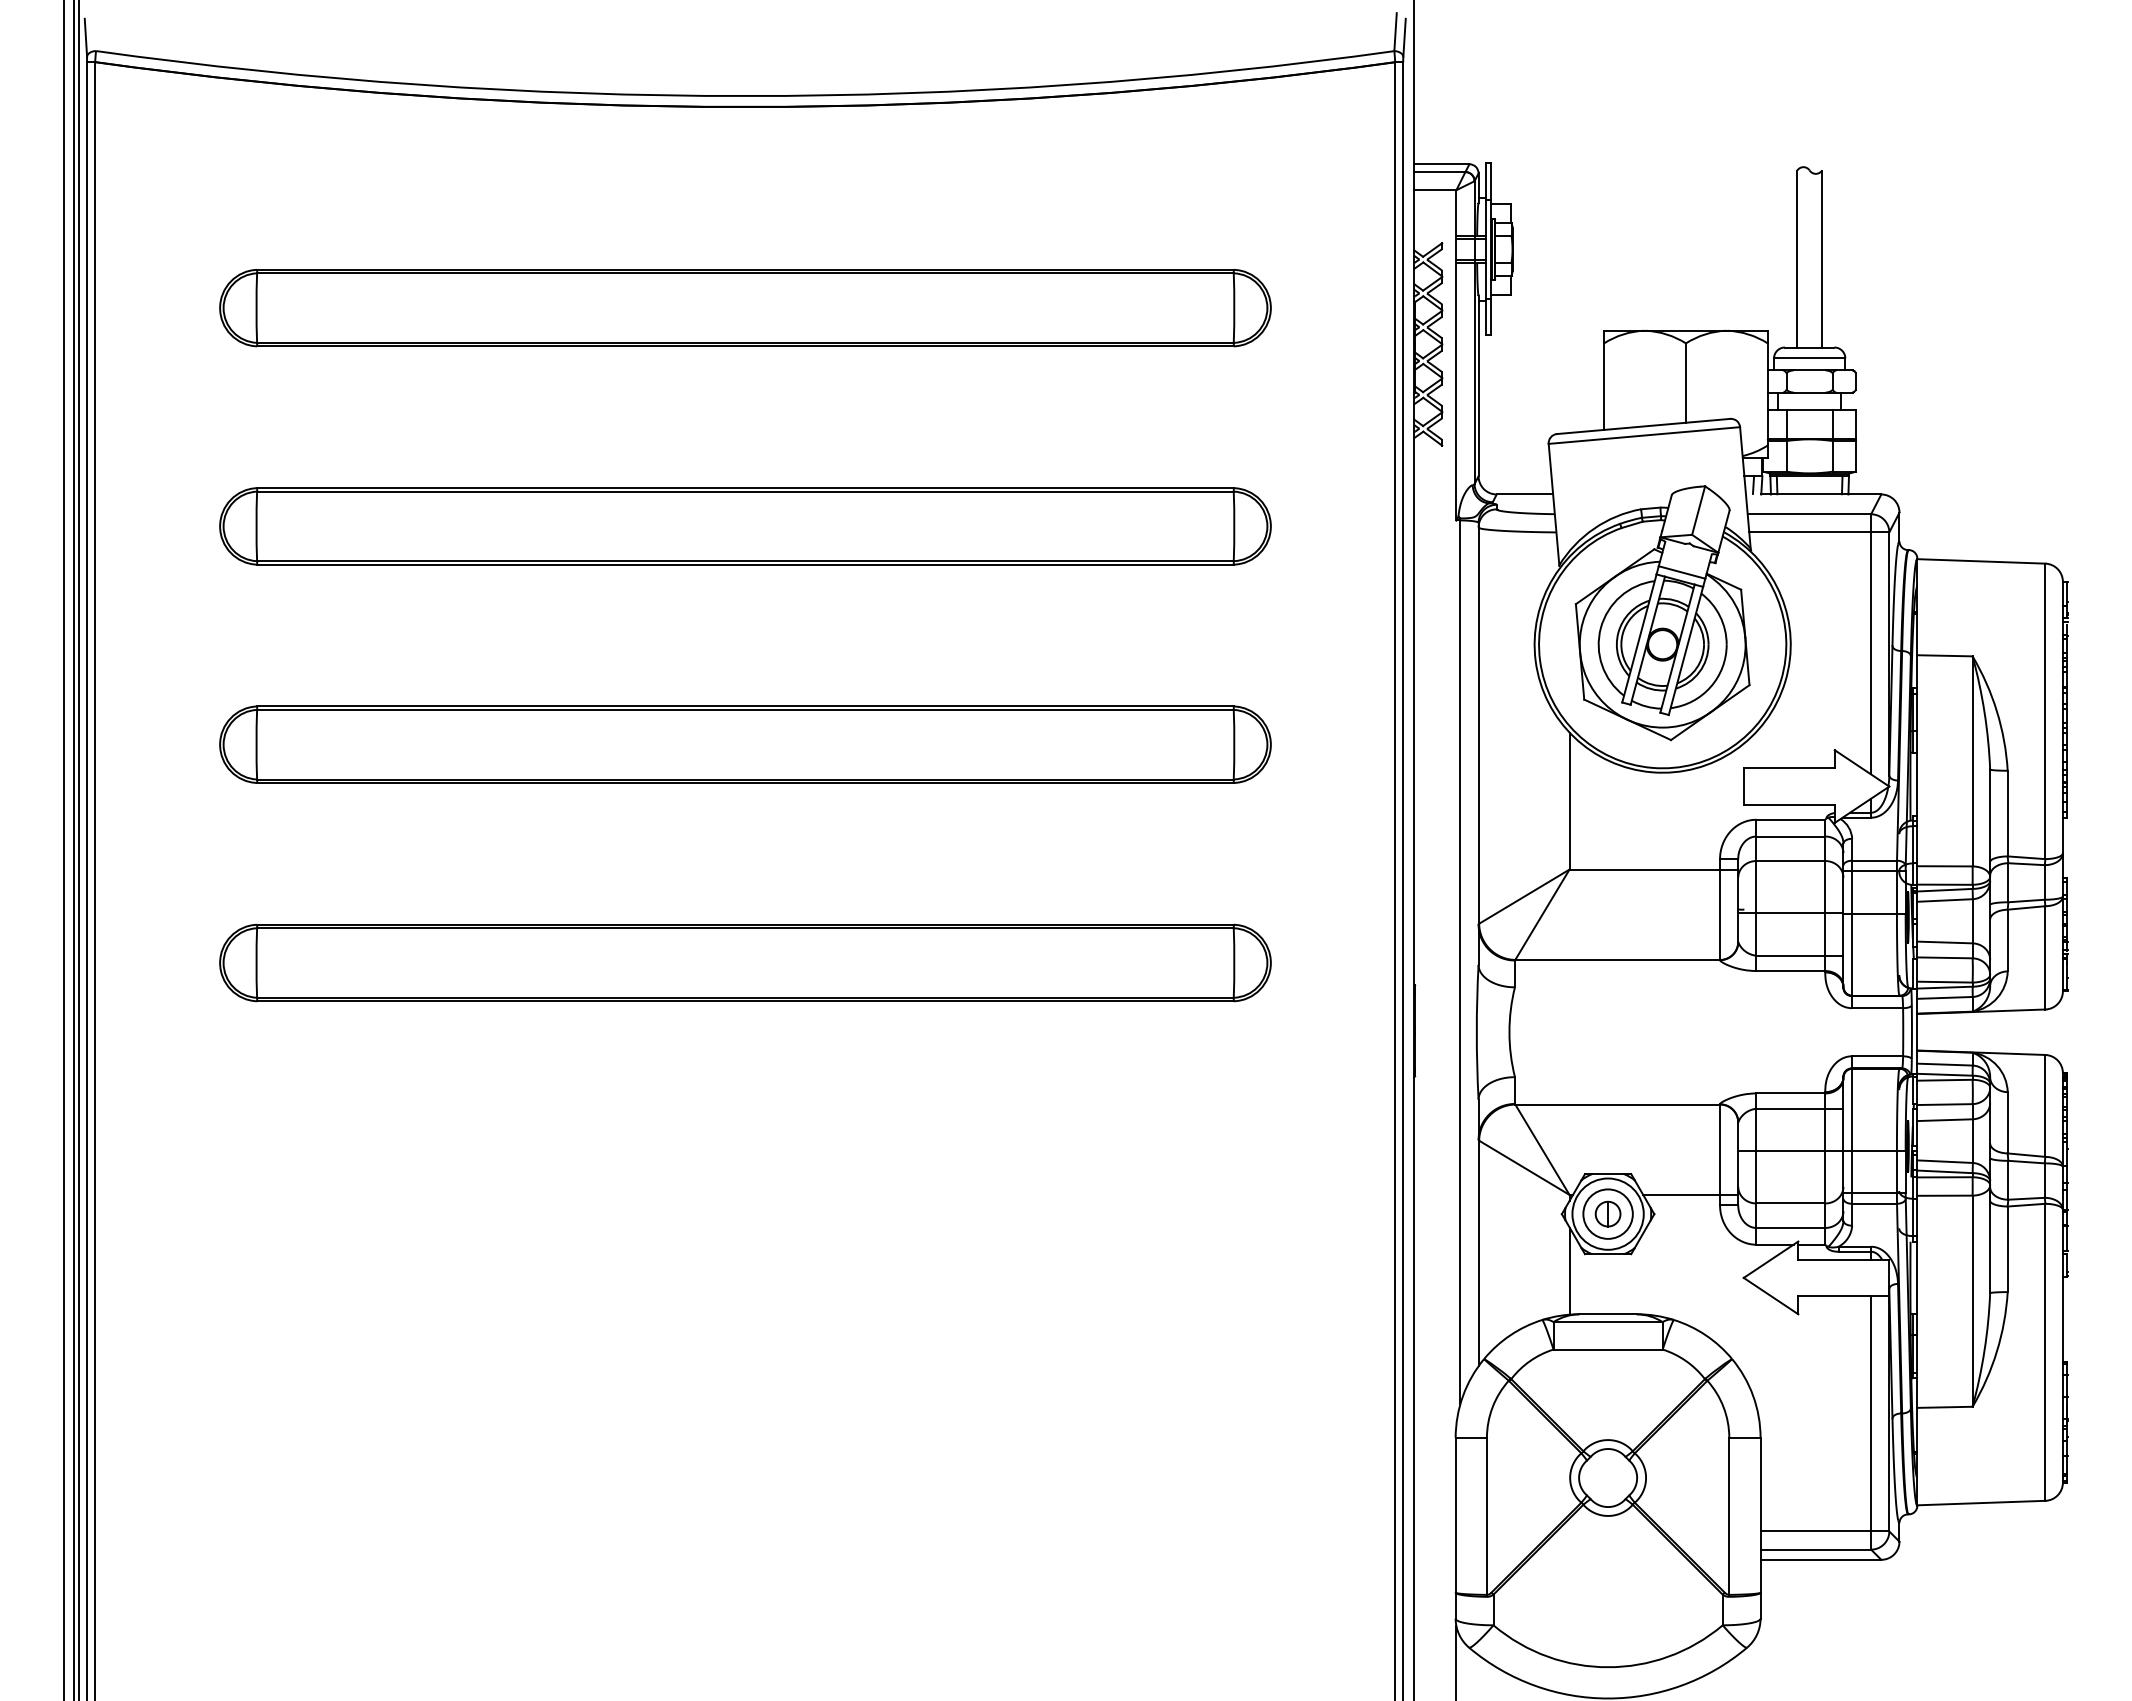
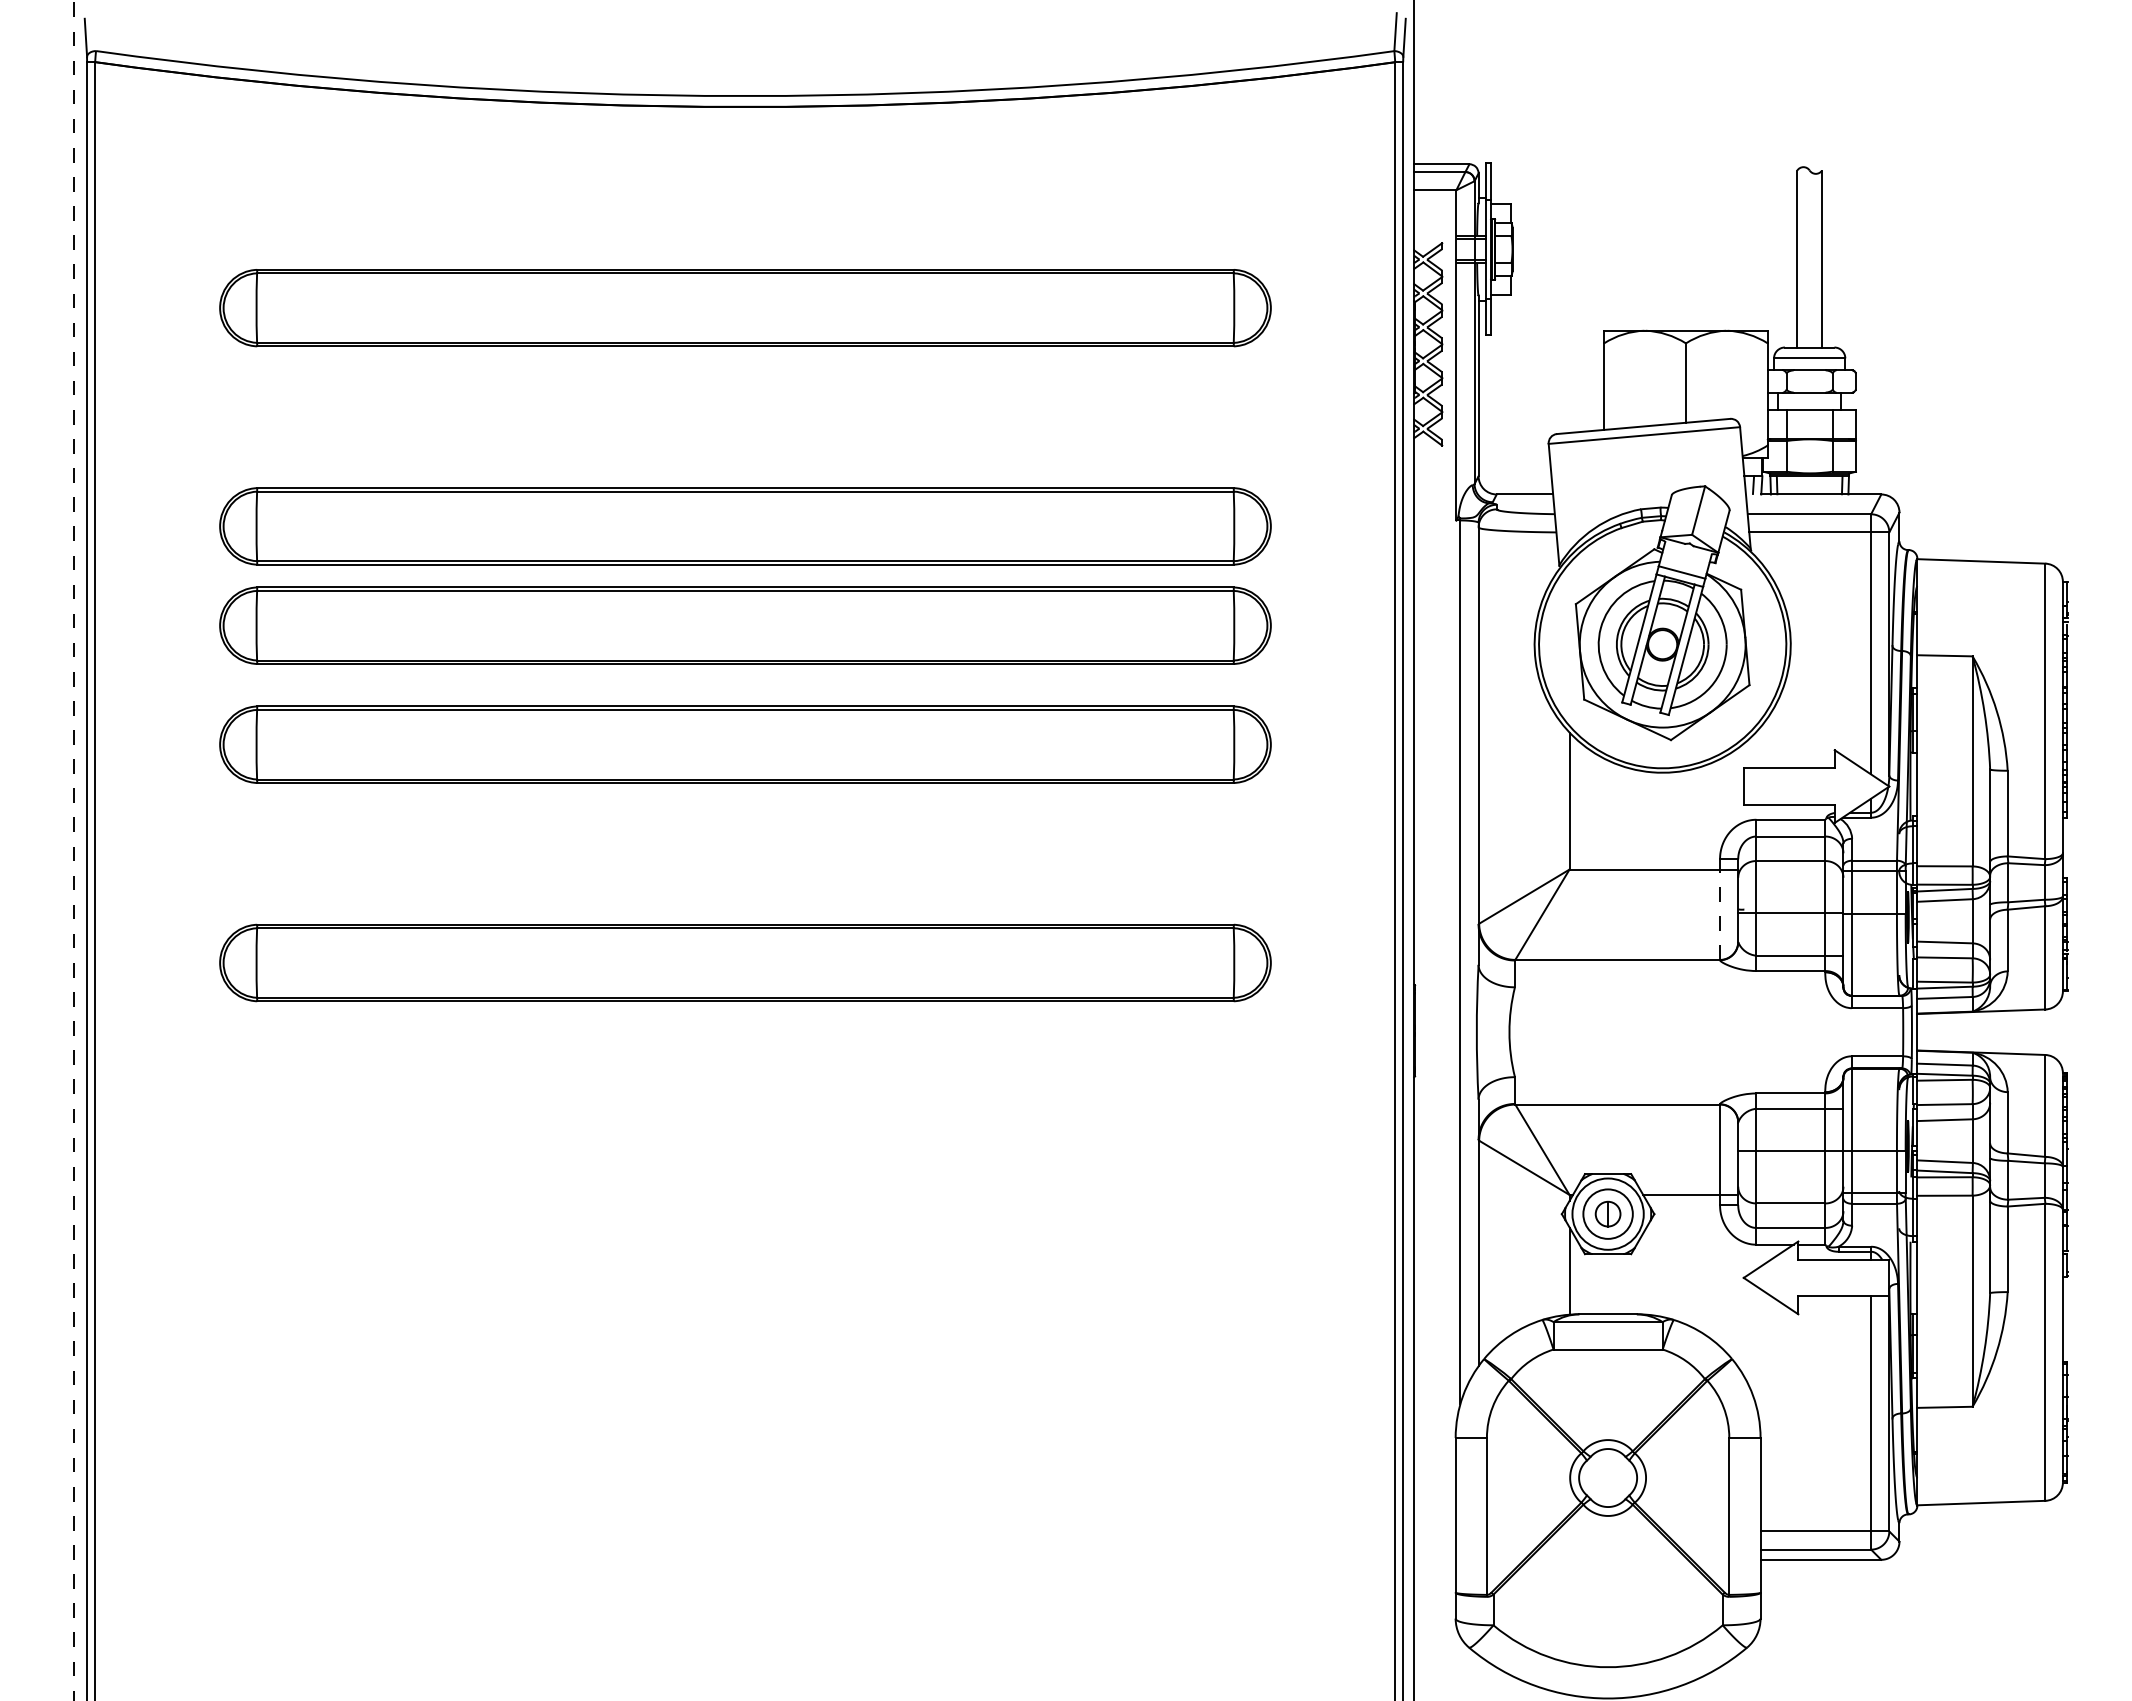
part at (745, 625): none -> present
line at (63, 849): present -> none
line at (78, 849): present -> none
line at (73, 850): solid -> dashed
line at (1720, 914): solid -> dashed
line at (1456, 1661): present -> none
